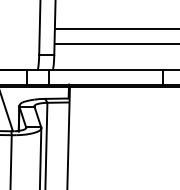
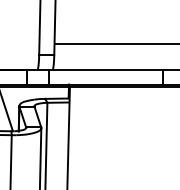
line at (115, 29): present -> none
